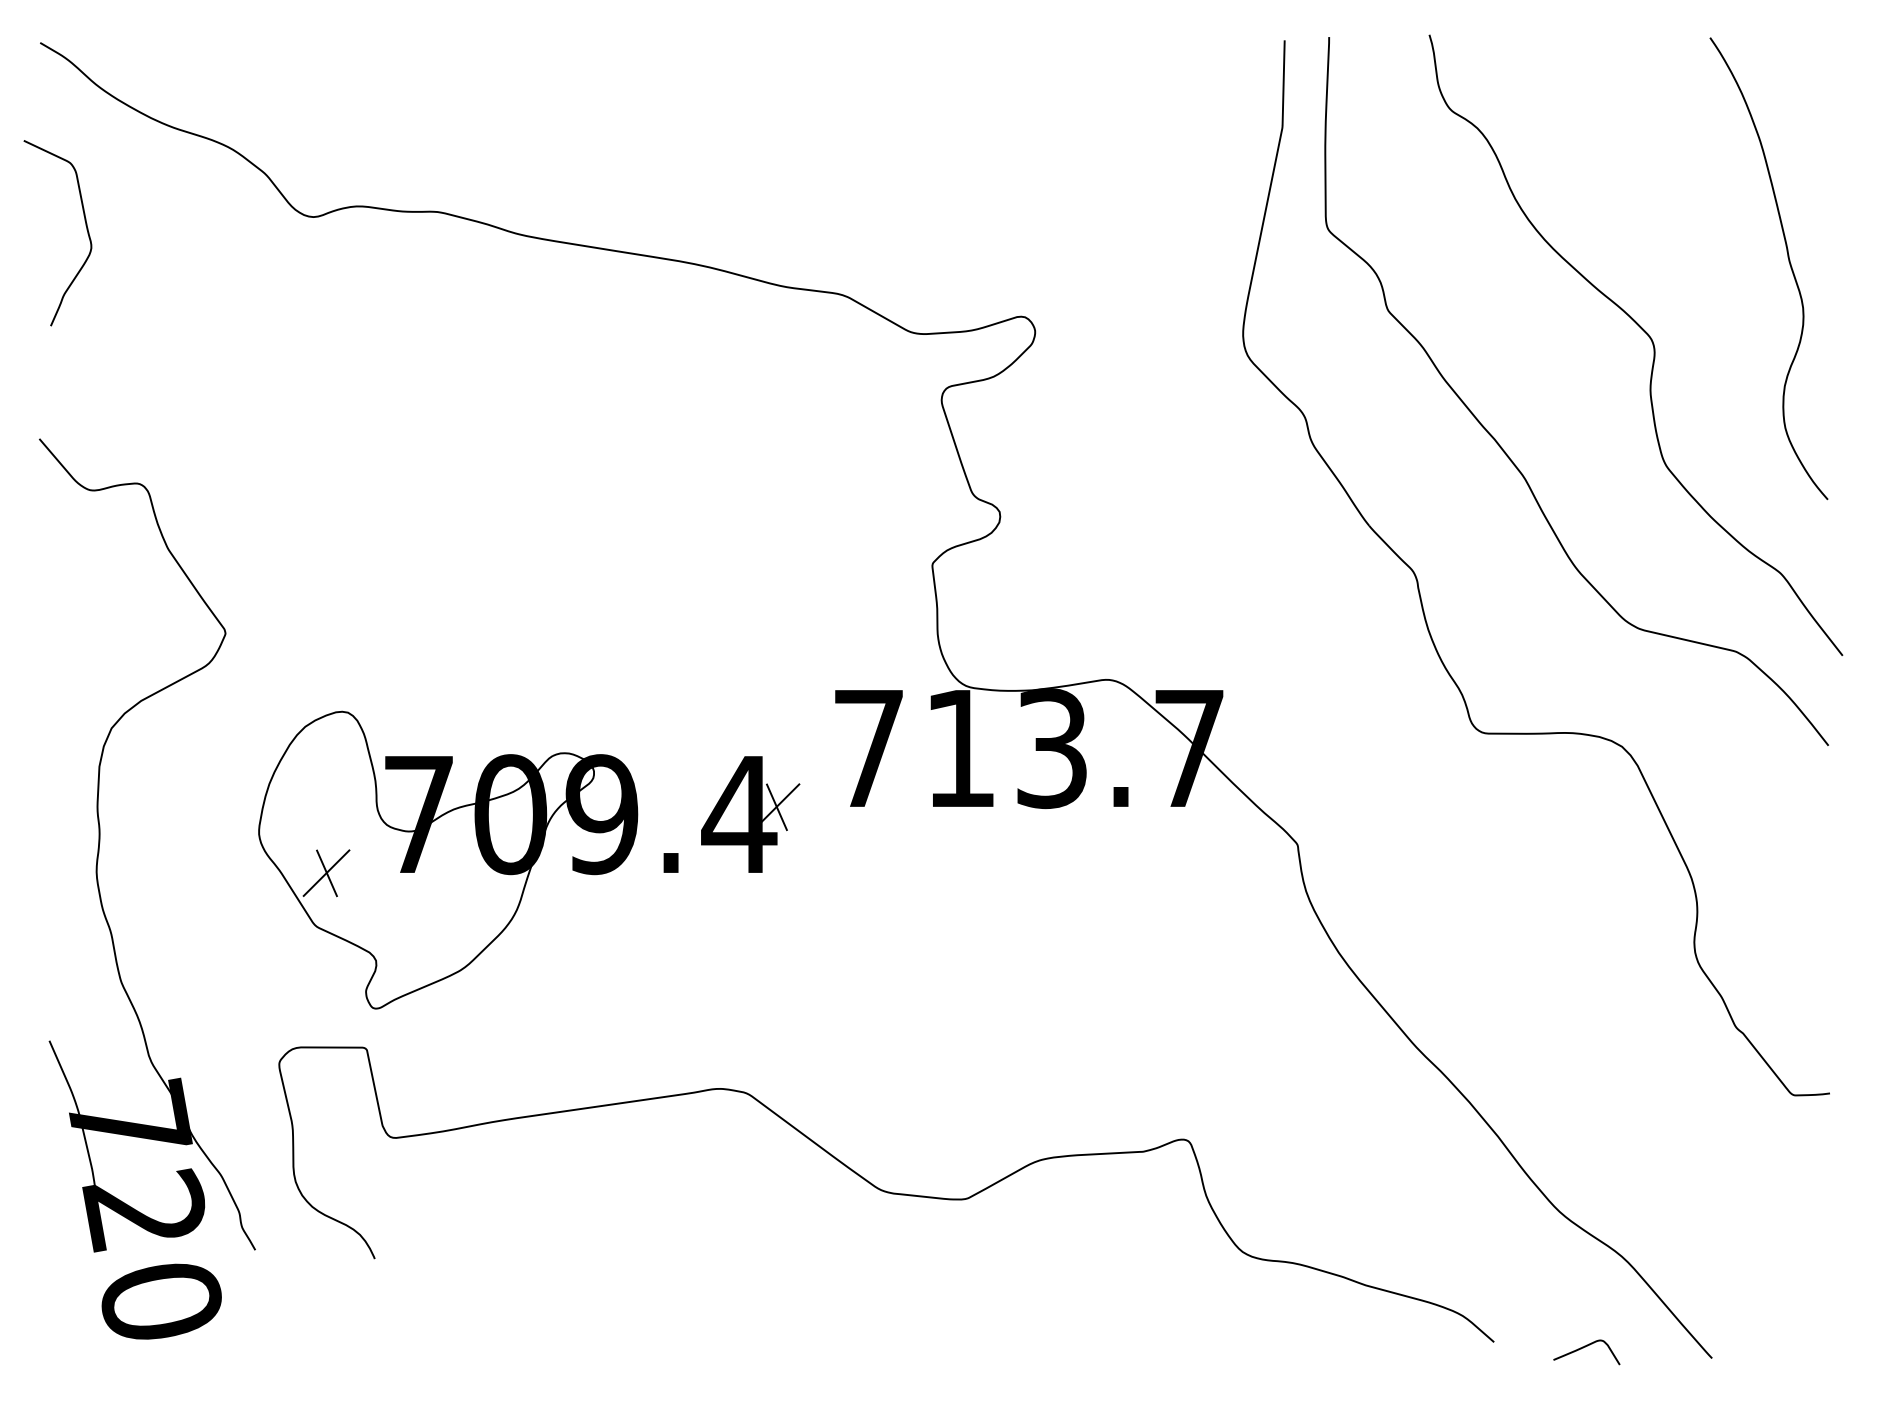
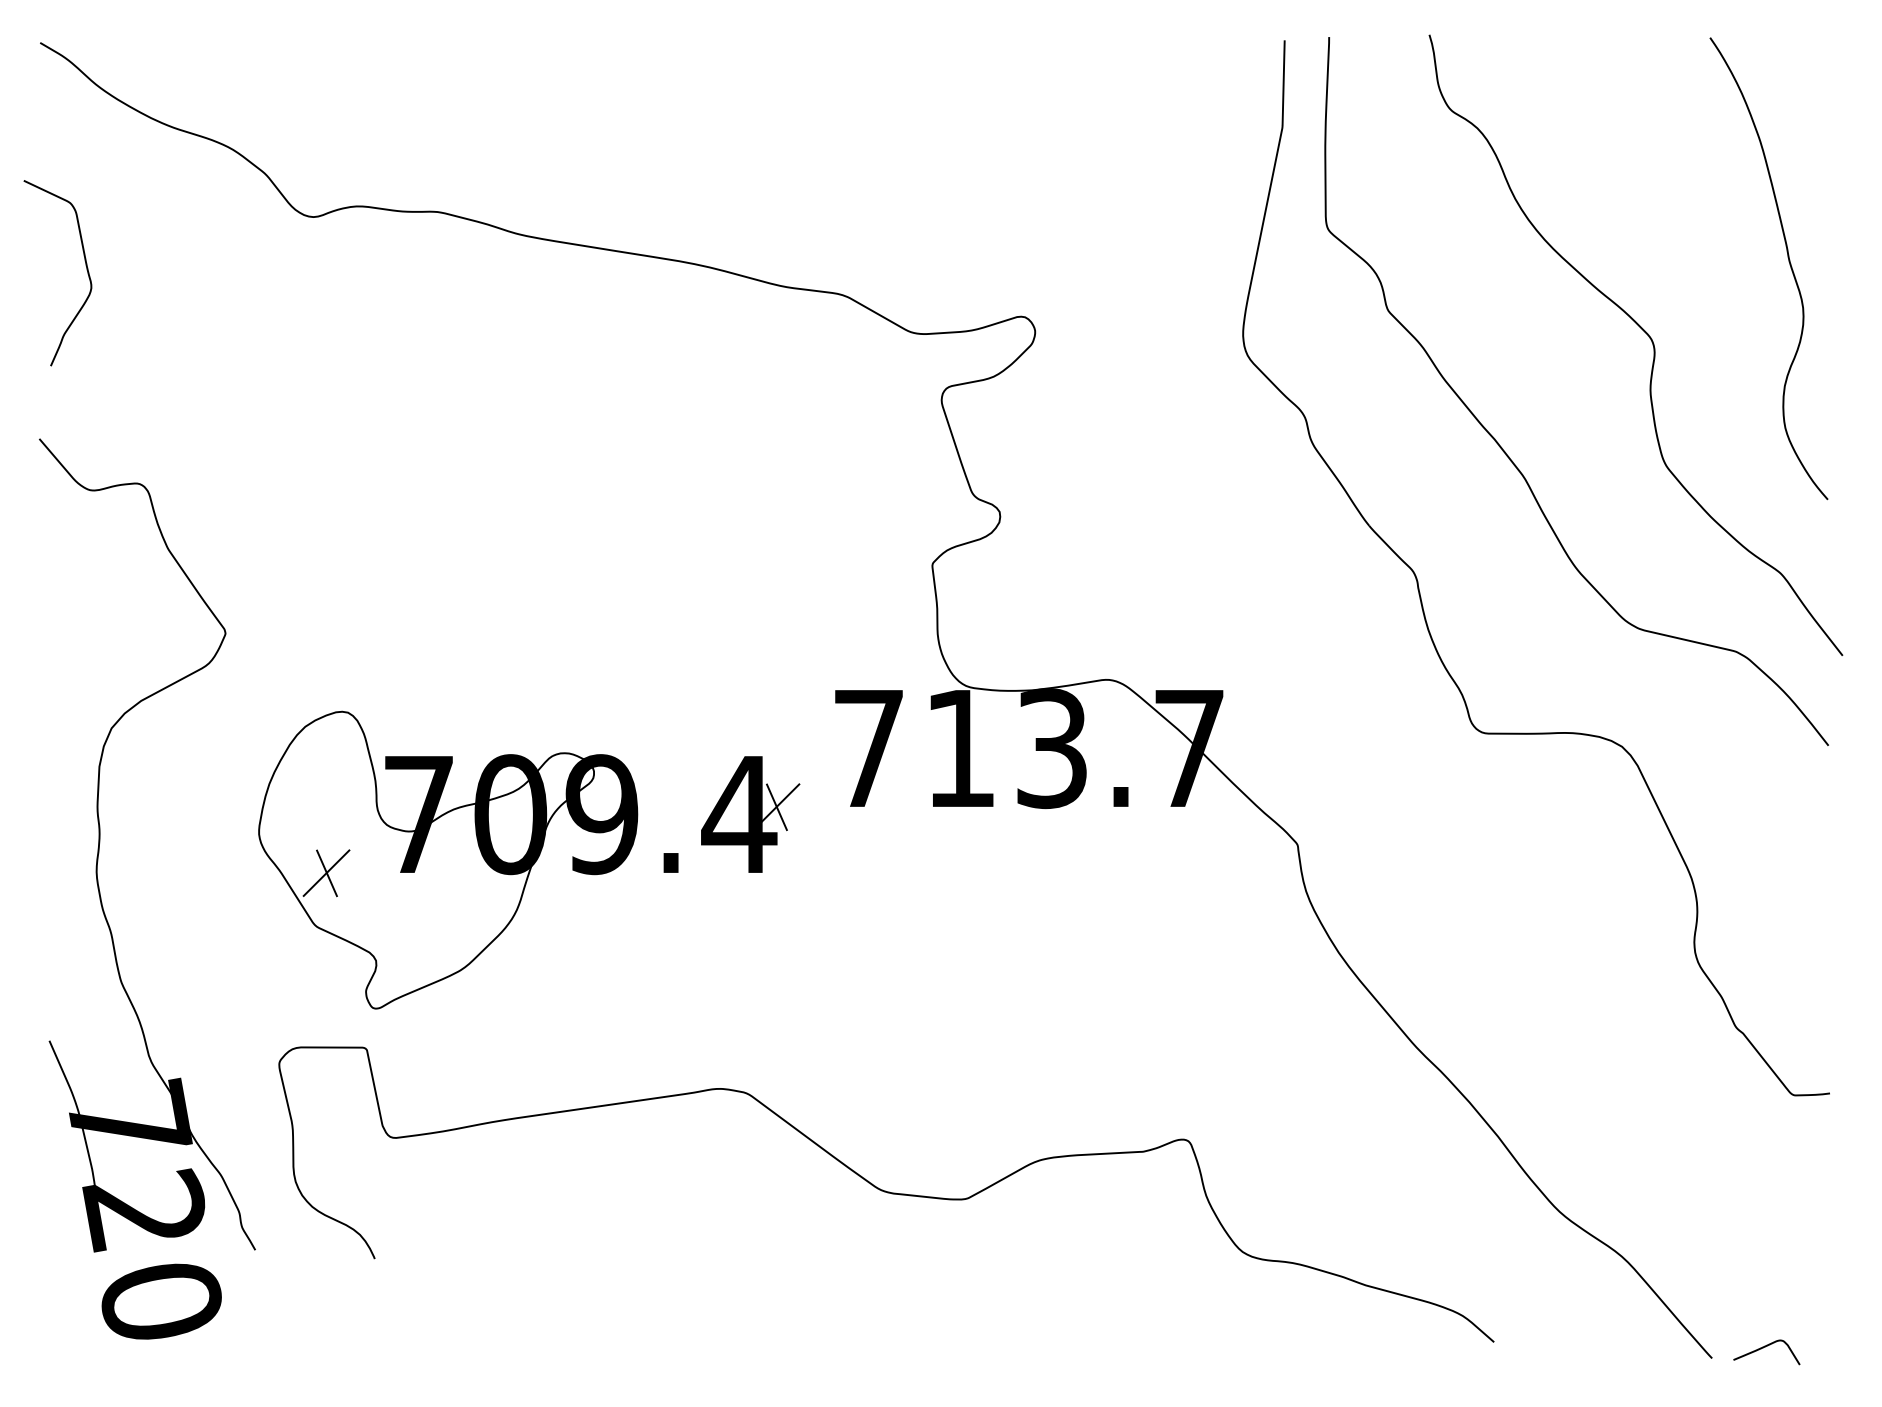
curve at (85, 225) position: (85, 225) -> (85, 265)
curve at (1583, 1348) position: (1583, 1348) -> (1763, 1348)
